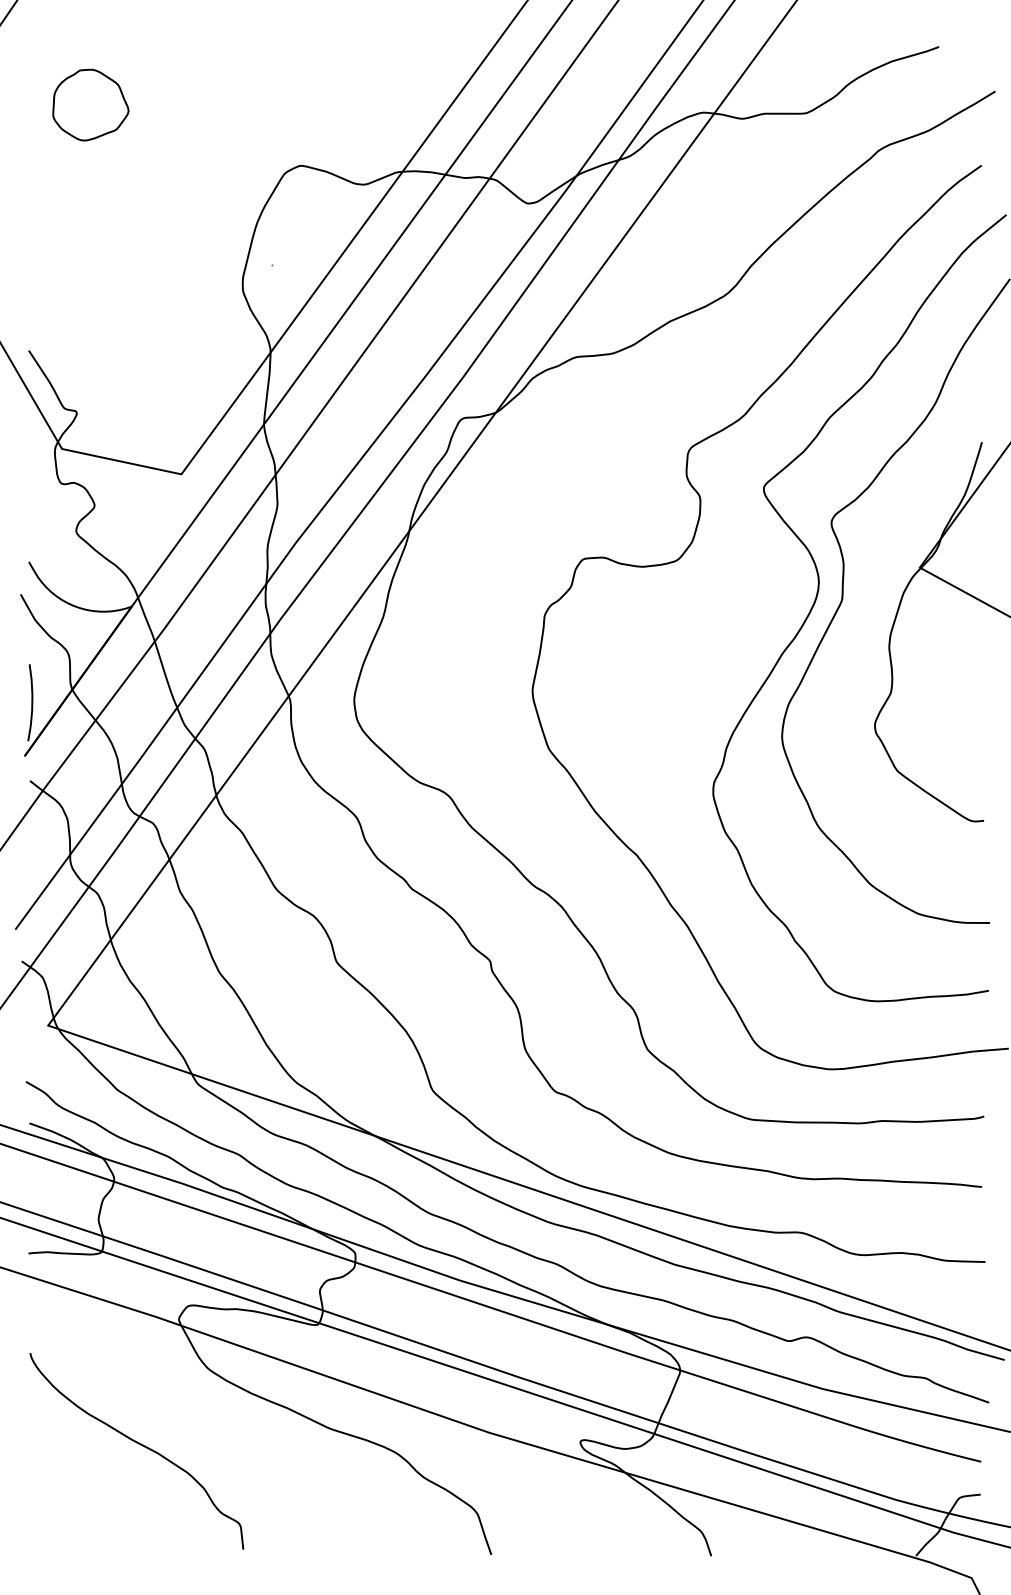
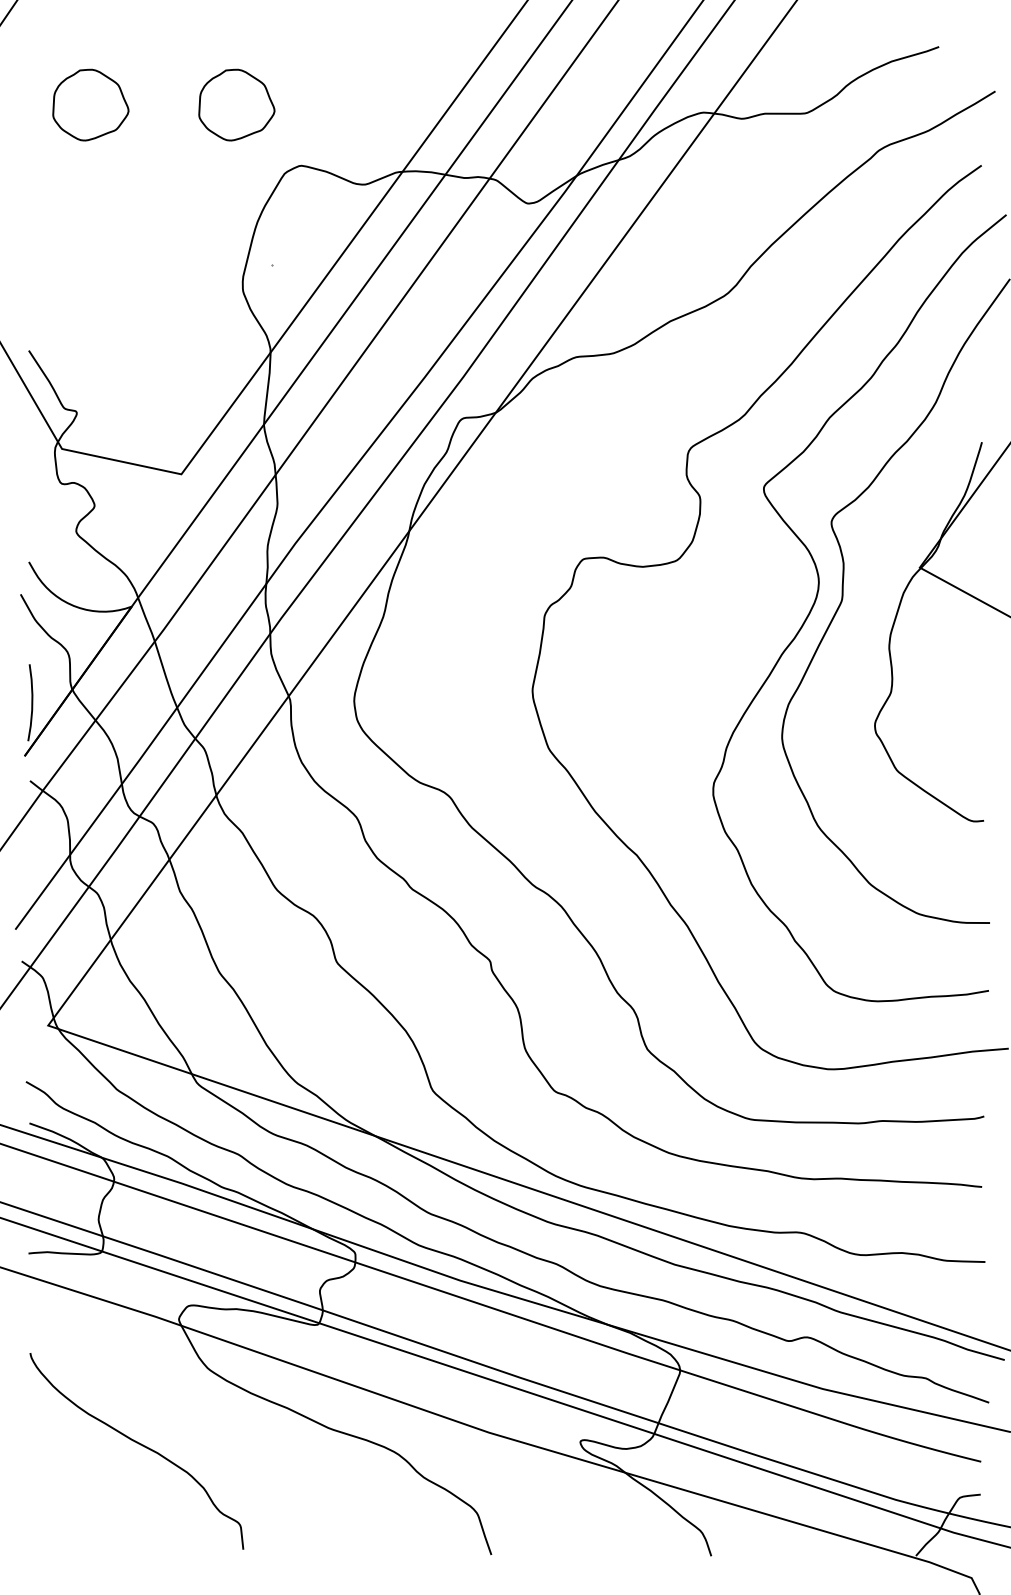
part at (236, 104): none -> present
